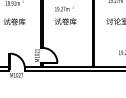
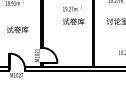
text at (65, 15) position: (65, 15) -> (73, 15)
text at (14, 21) position: (14, 21) -> (17, 29)
